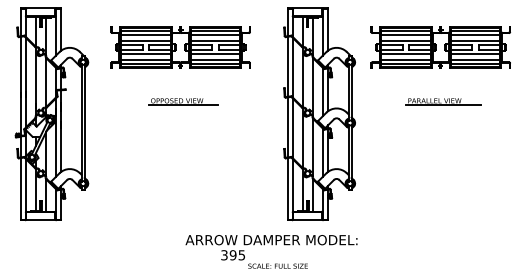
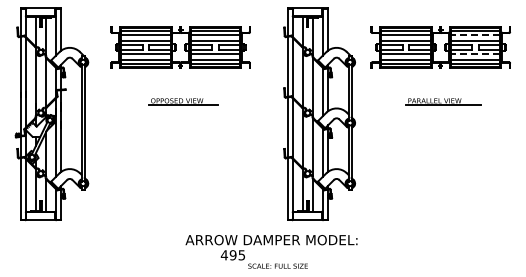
line at (475, 35): solid -> dashed
line at (475, 54): solid -> dashed
text at (223, 255): 395 -> 495
